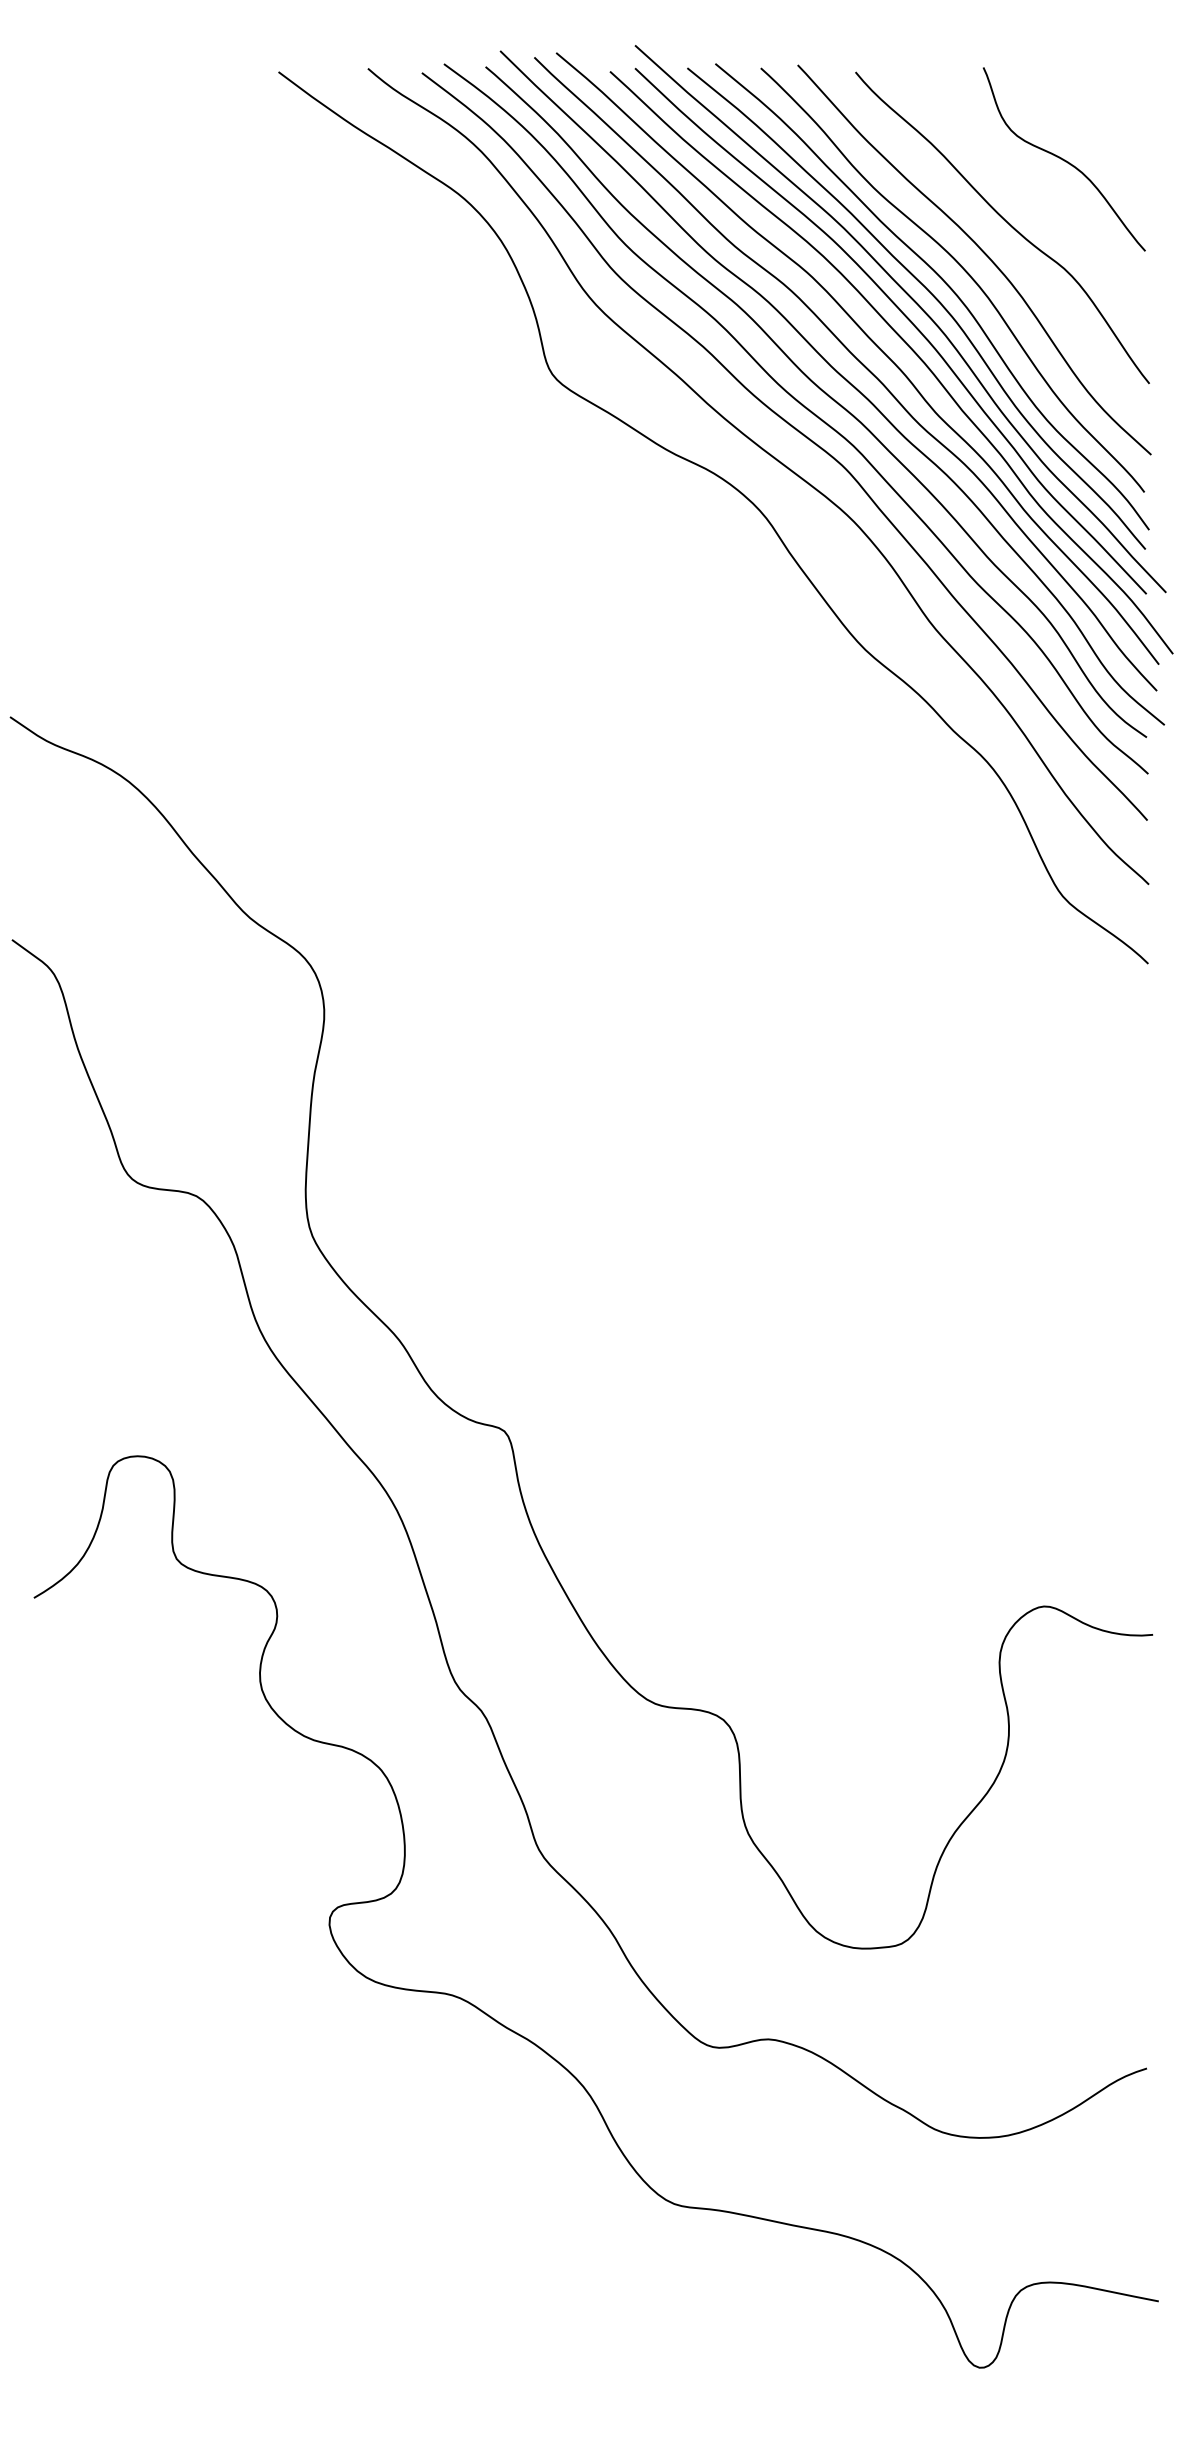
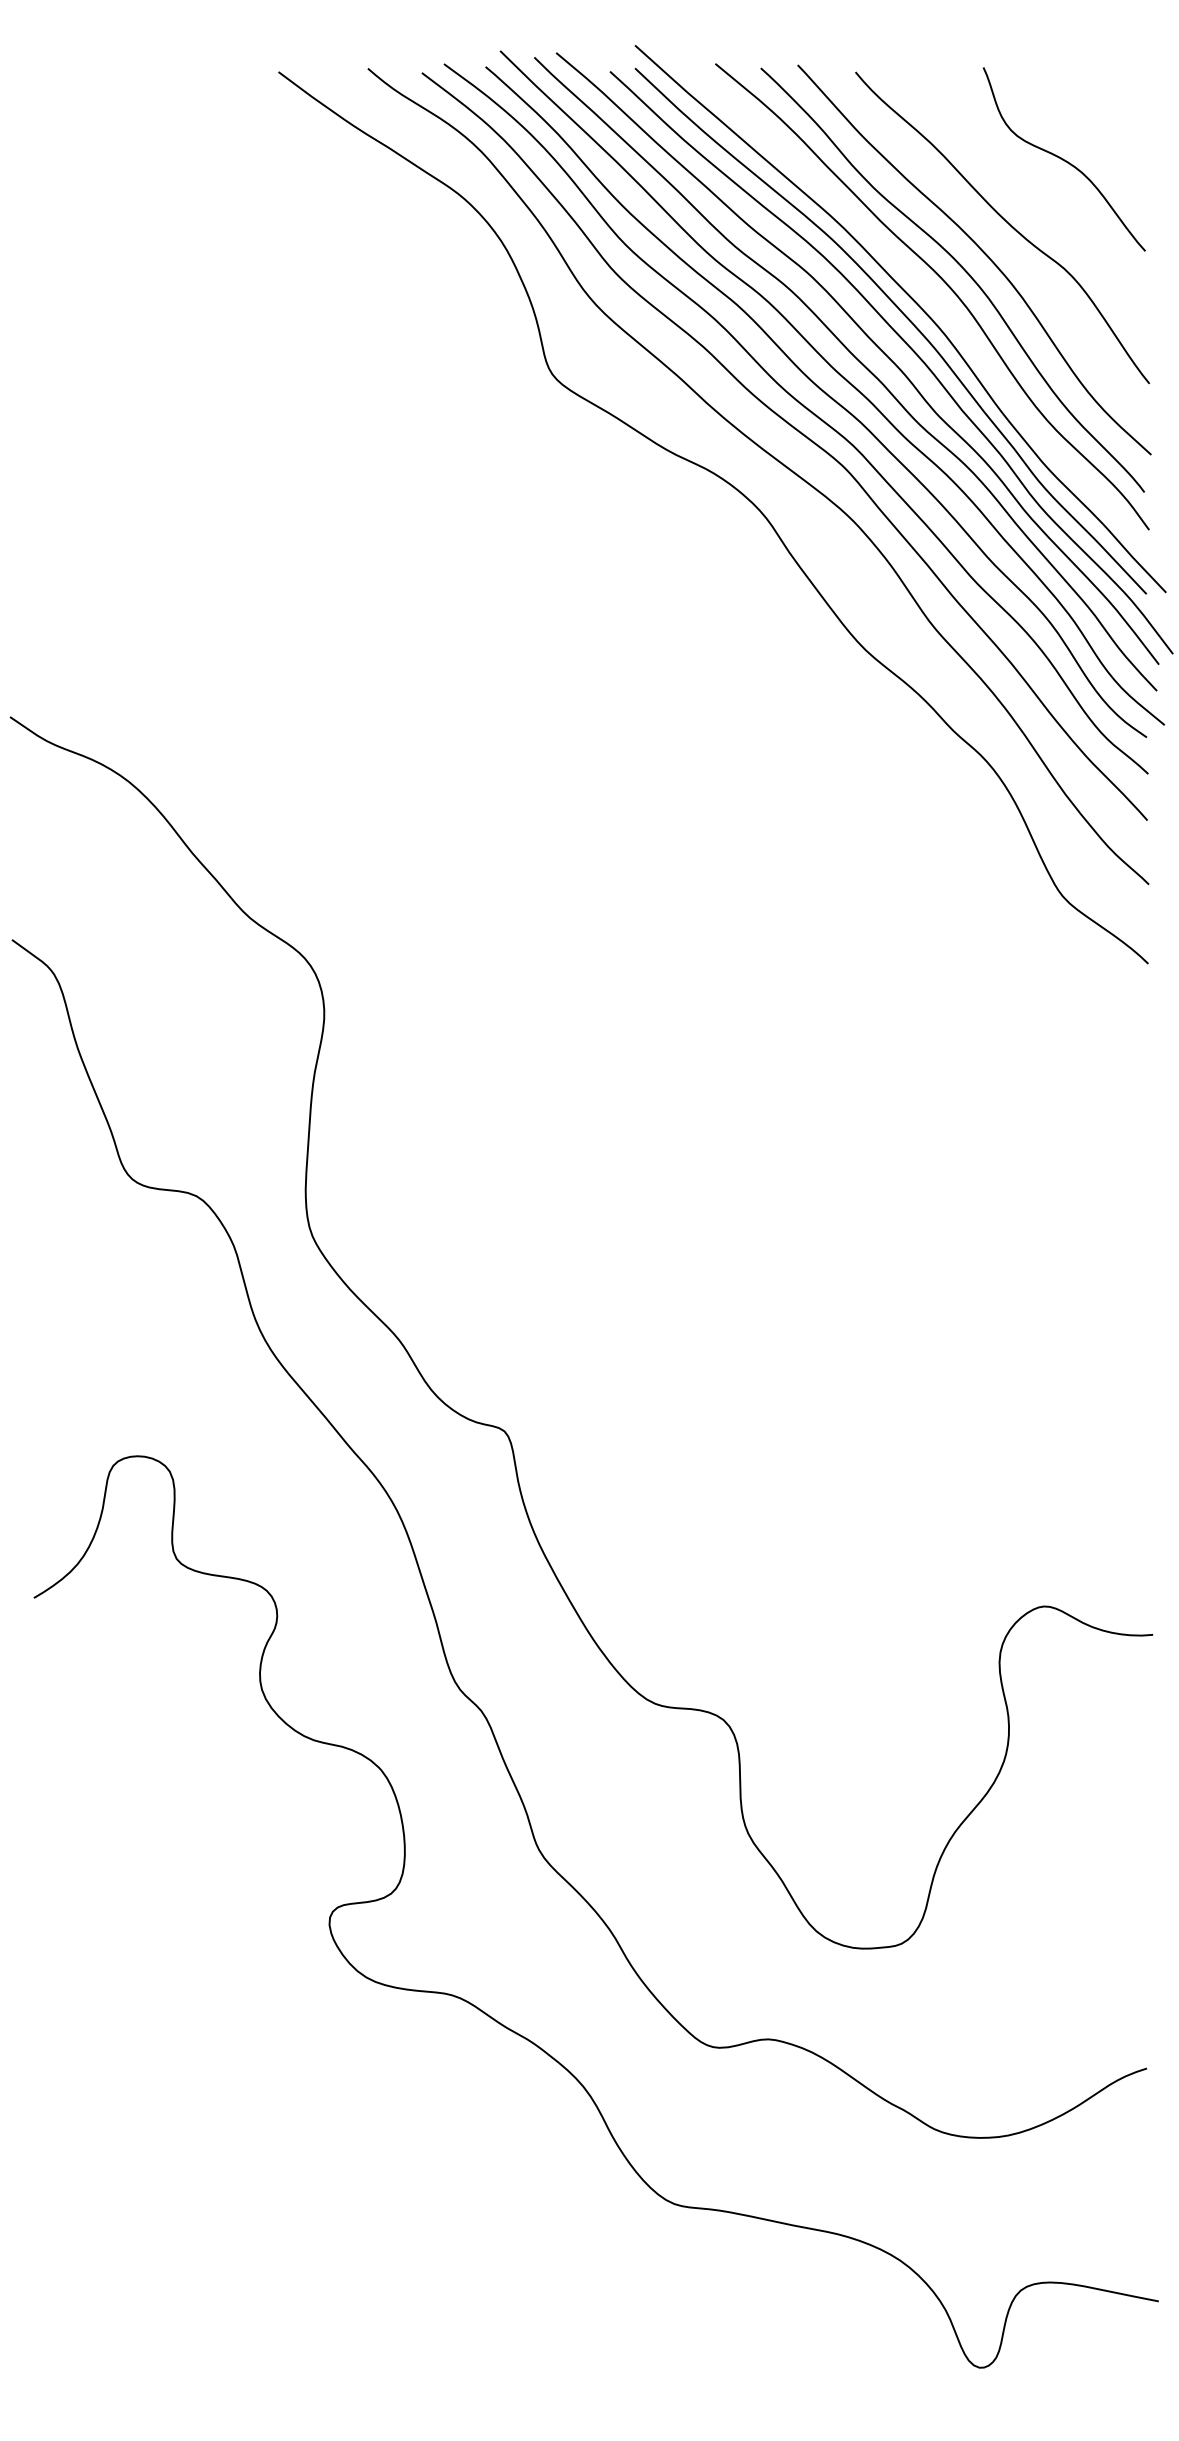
curve at (931, 295): present -> none
